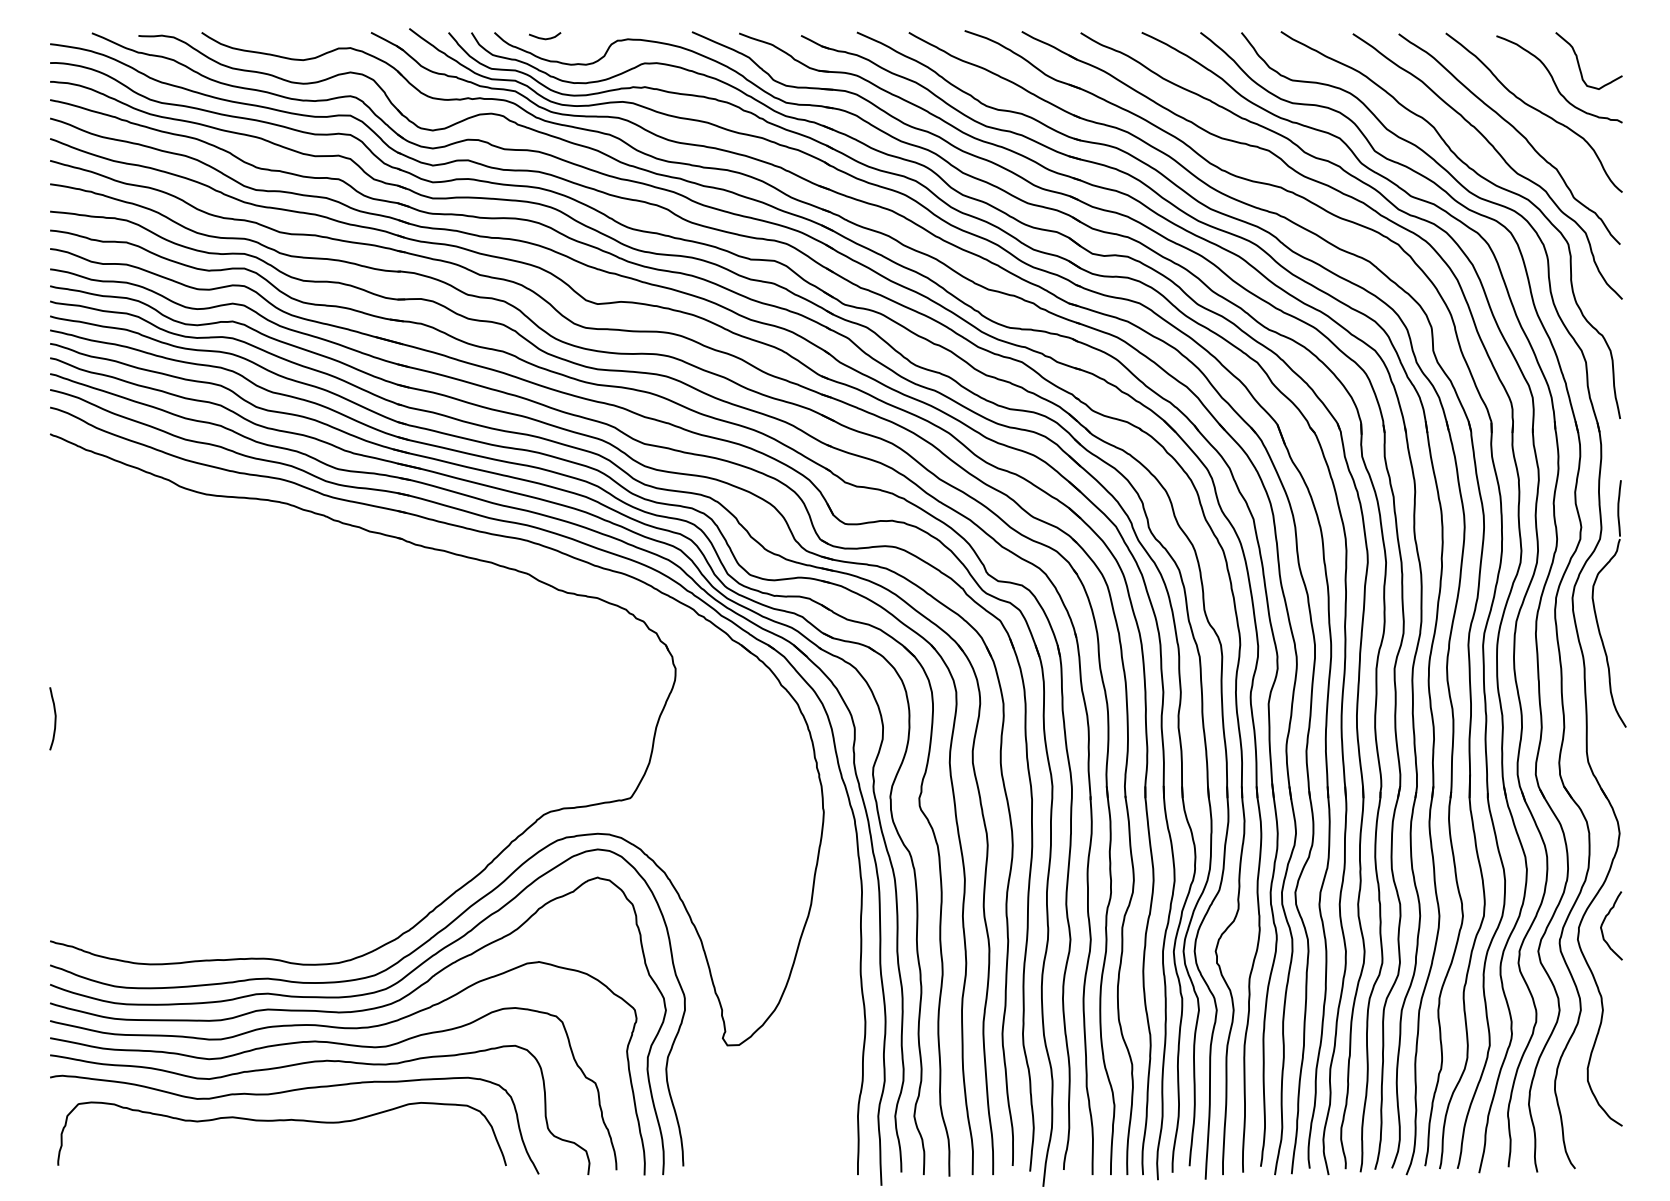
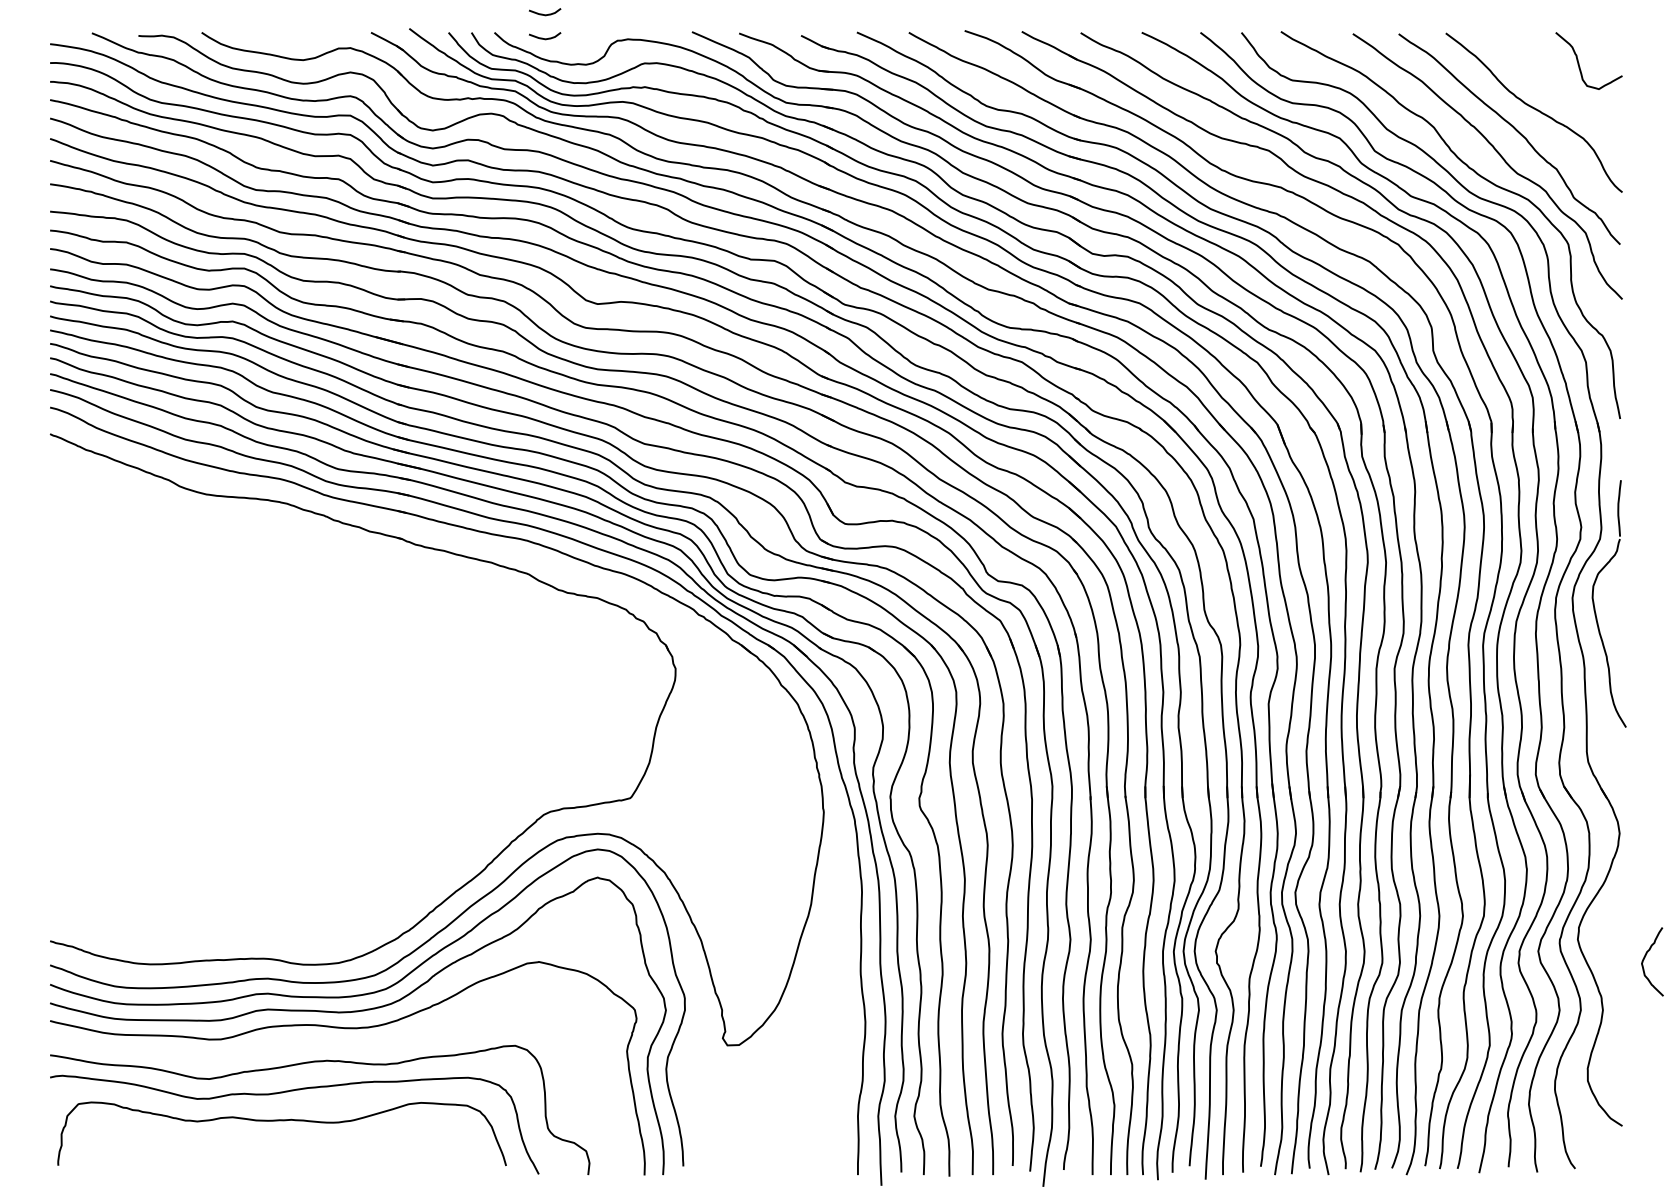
curve at (545, 14): none -> present
curve at (1555, 82): present -> none
curve at (54, 718): present -> none
curve at (1604, 921) position: (1604, 921) -> (1645, 957)
curve at (335, 1044): present -> none
